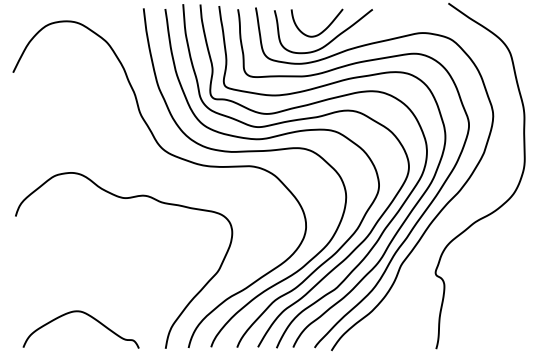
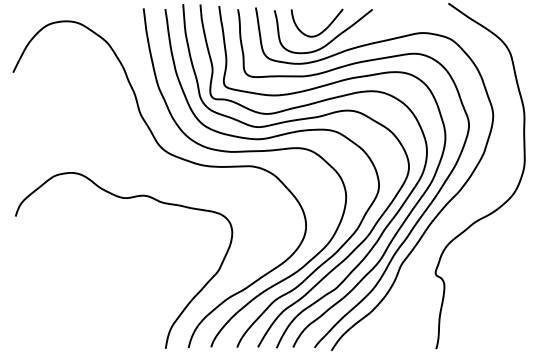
curve at (88, 316): present -> none
